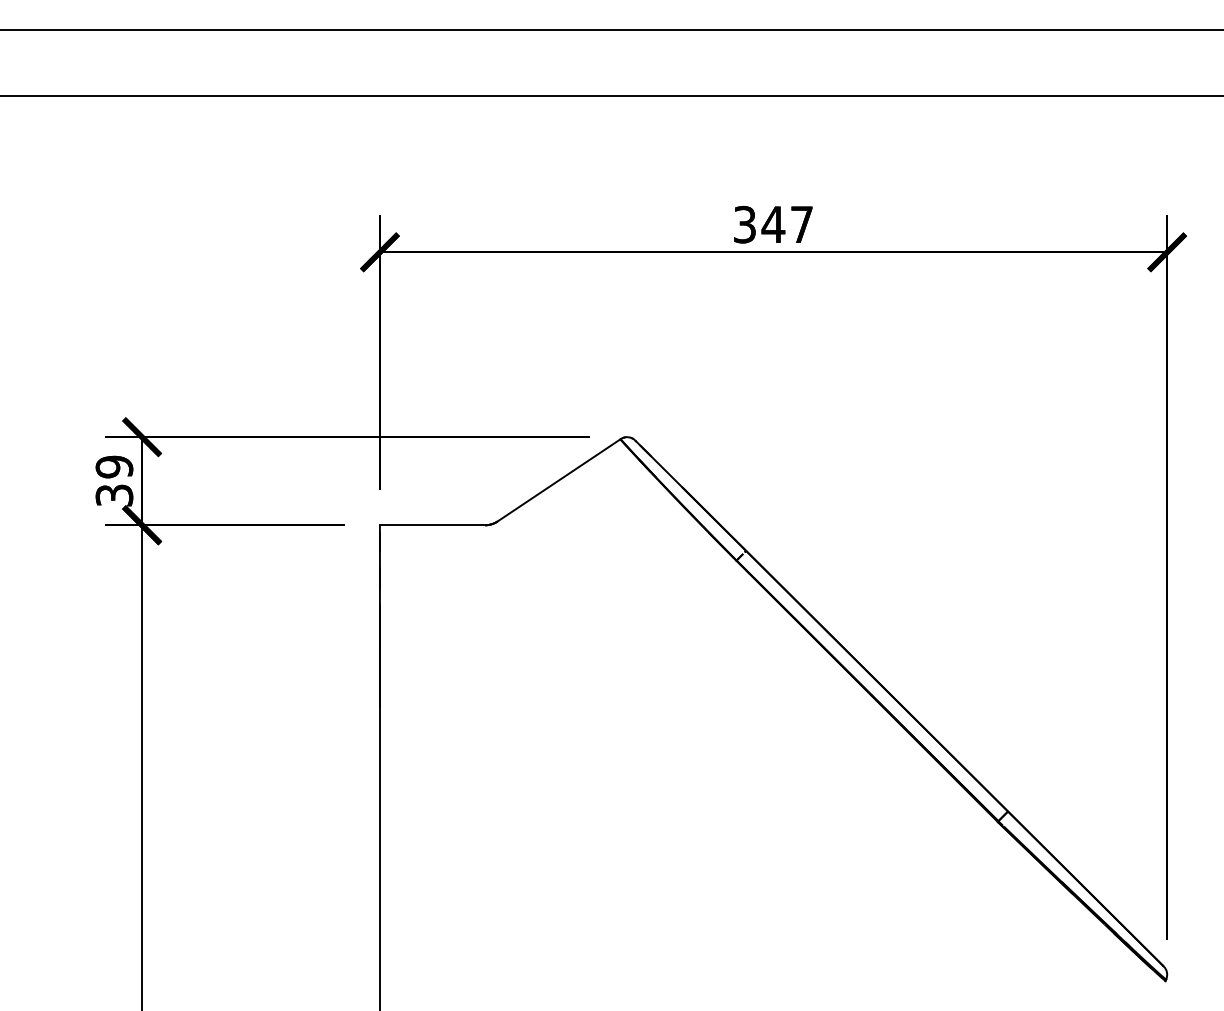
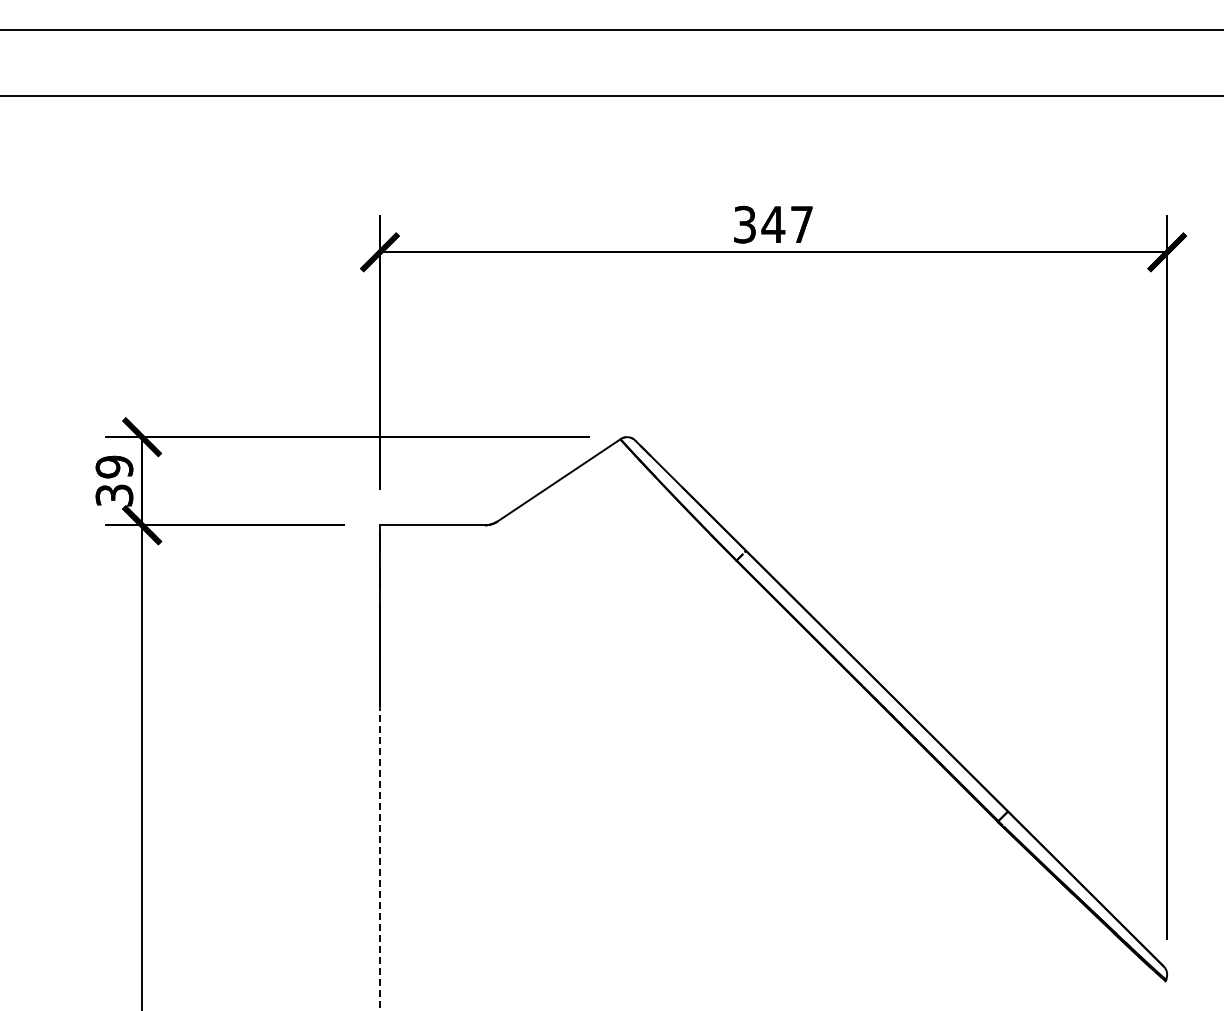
line at (379, 858): solid -> dashed
